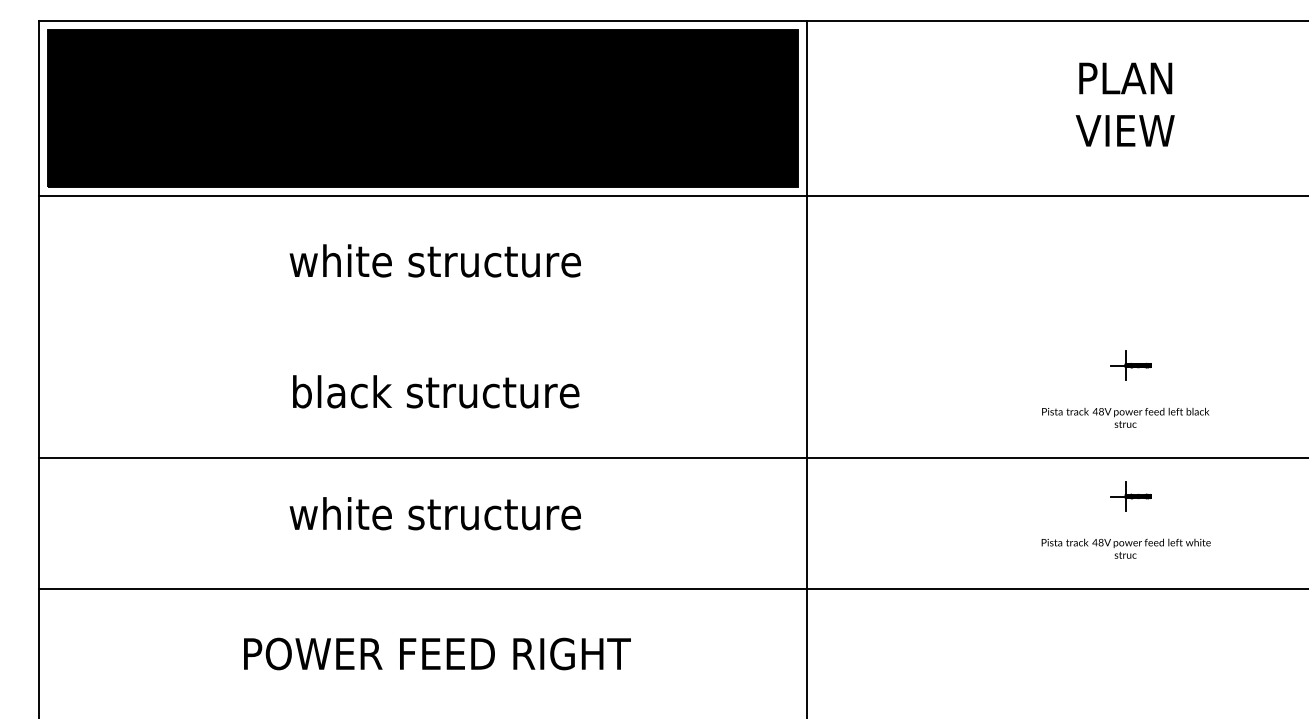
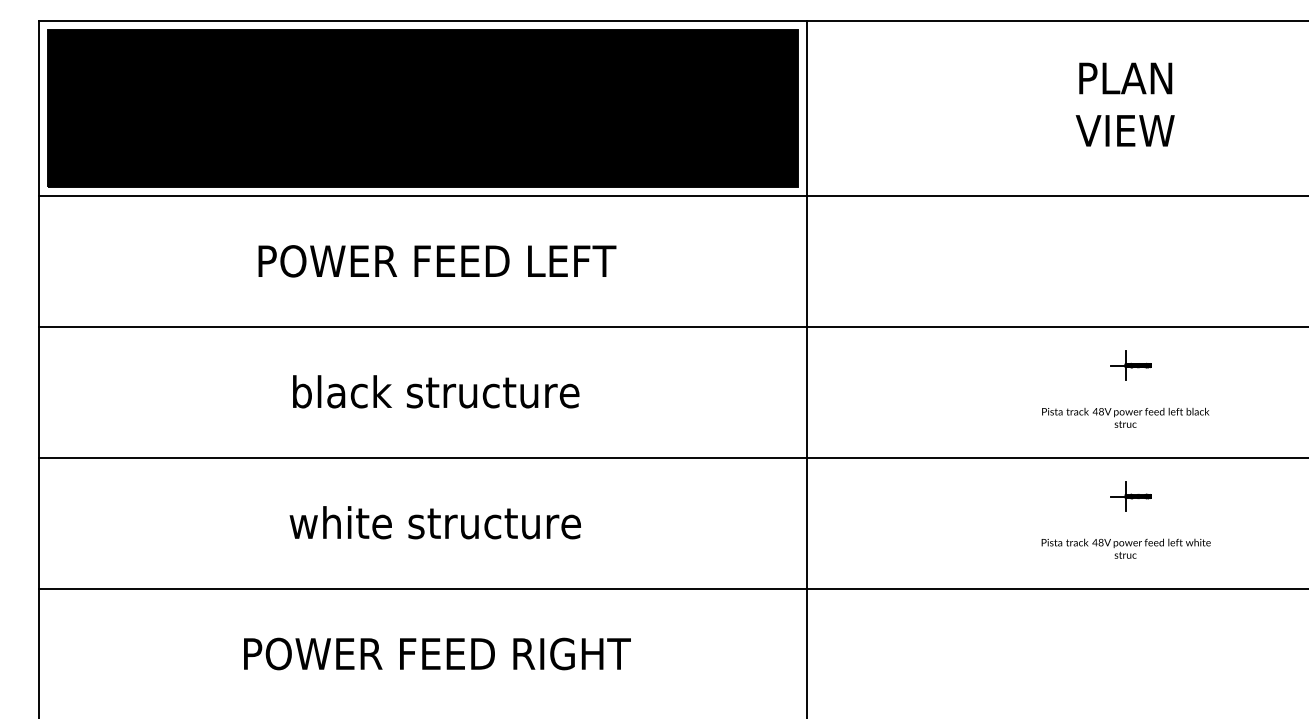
text at (437, 260): white structure -> POWER FEED LEFT
line at (672, 326): none -> present
text at (434, 513) position: (434, 513) -> (434, 522)
